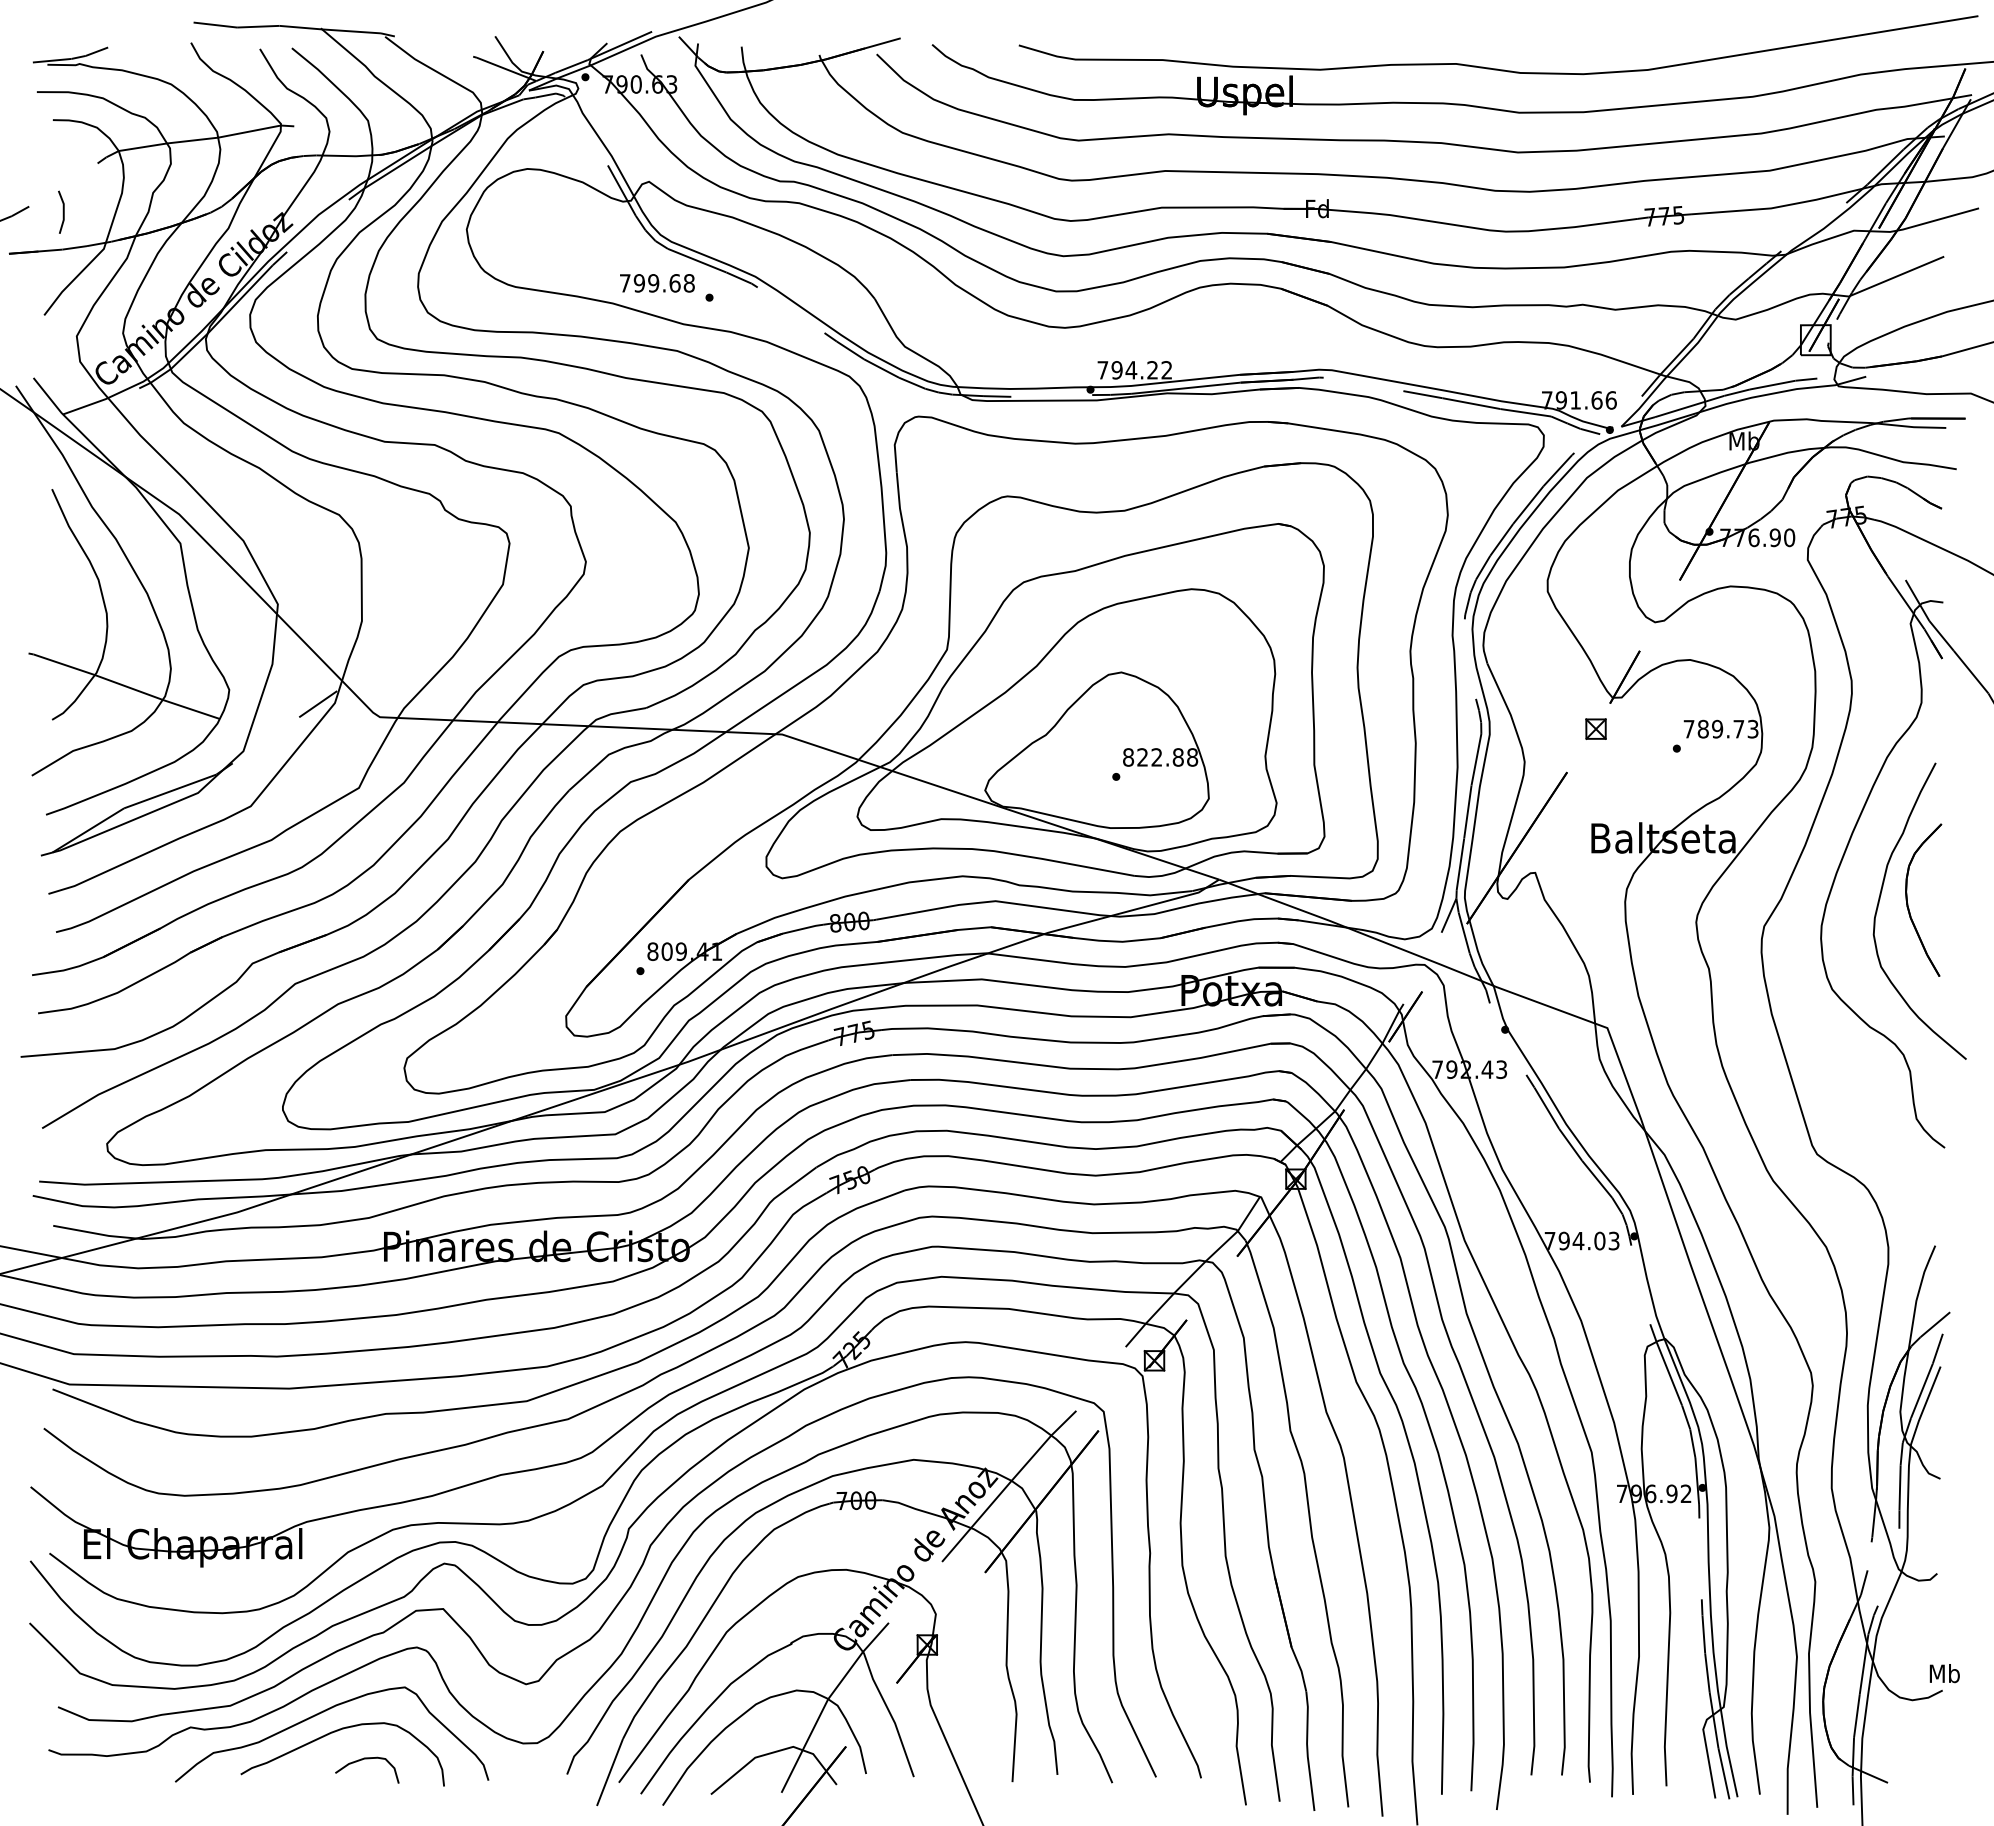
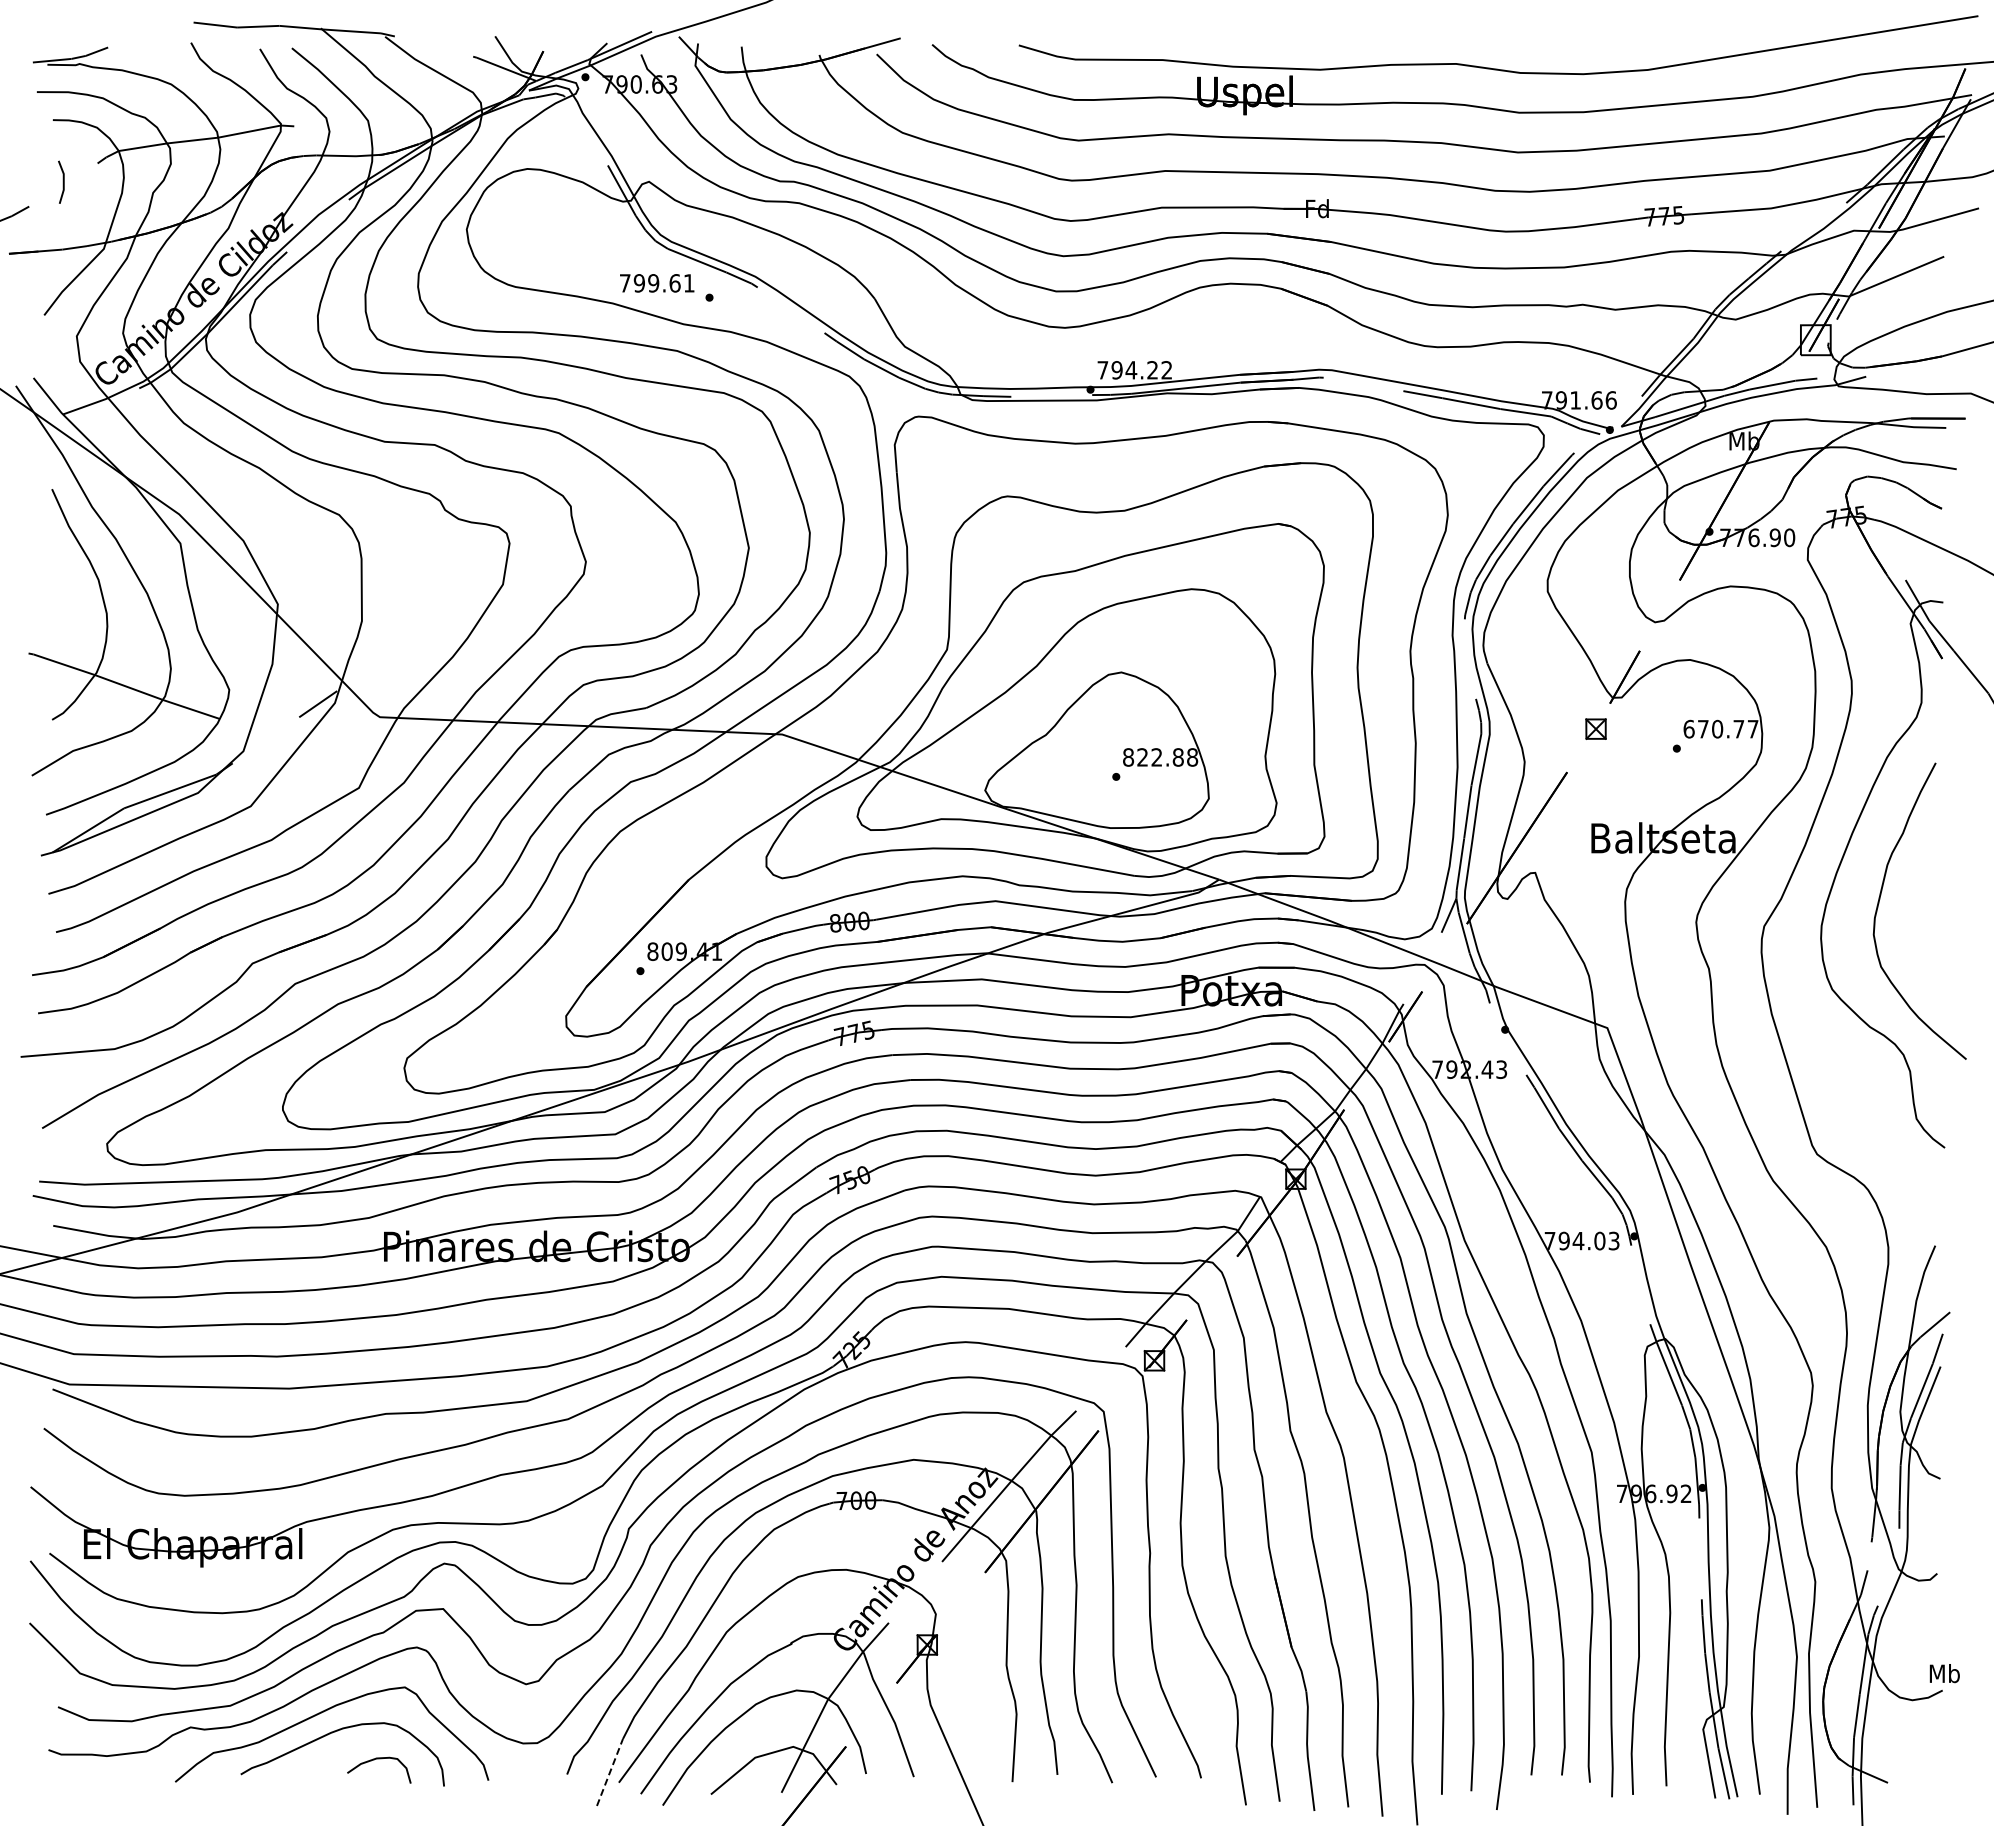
line at (62, 211) position: (62, 211) -> (62, 181)
text at (688, 283): 799.68 -> 799.61
text at (1720, 728): 789.73 -> 670.77
part at (1908, 903): present -> none
curve at (367, 1759) position: (367, 1759) -> (379, 1759)
line at (609, 1772): solid -> dashed
